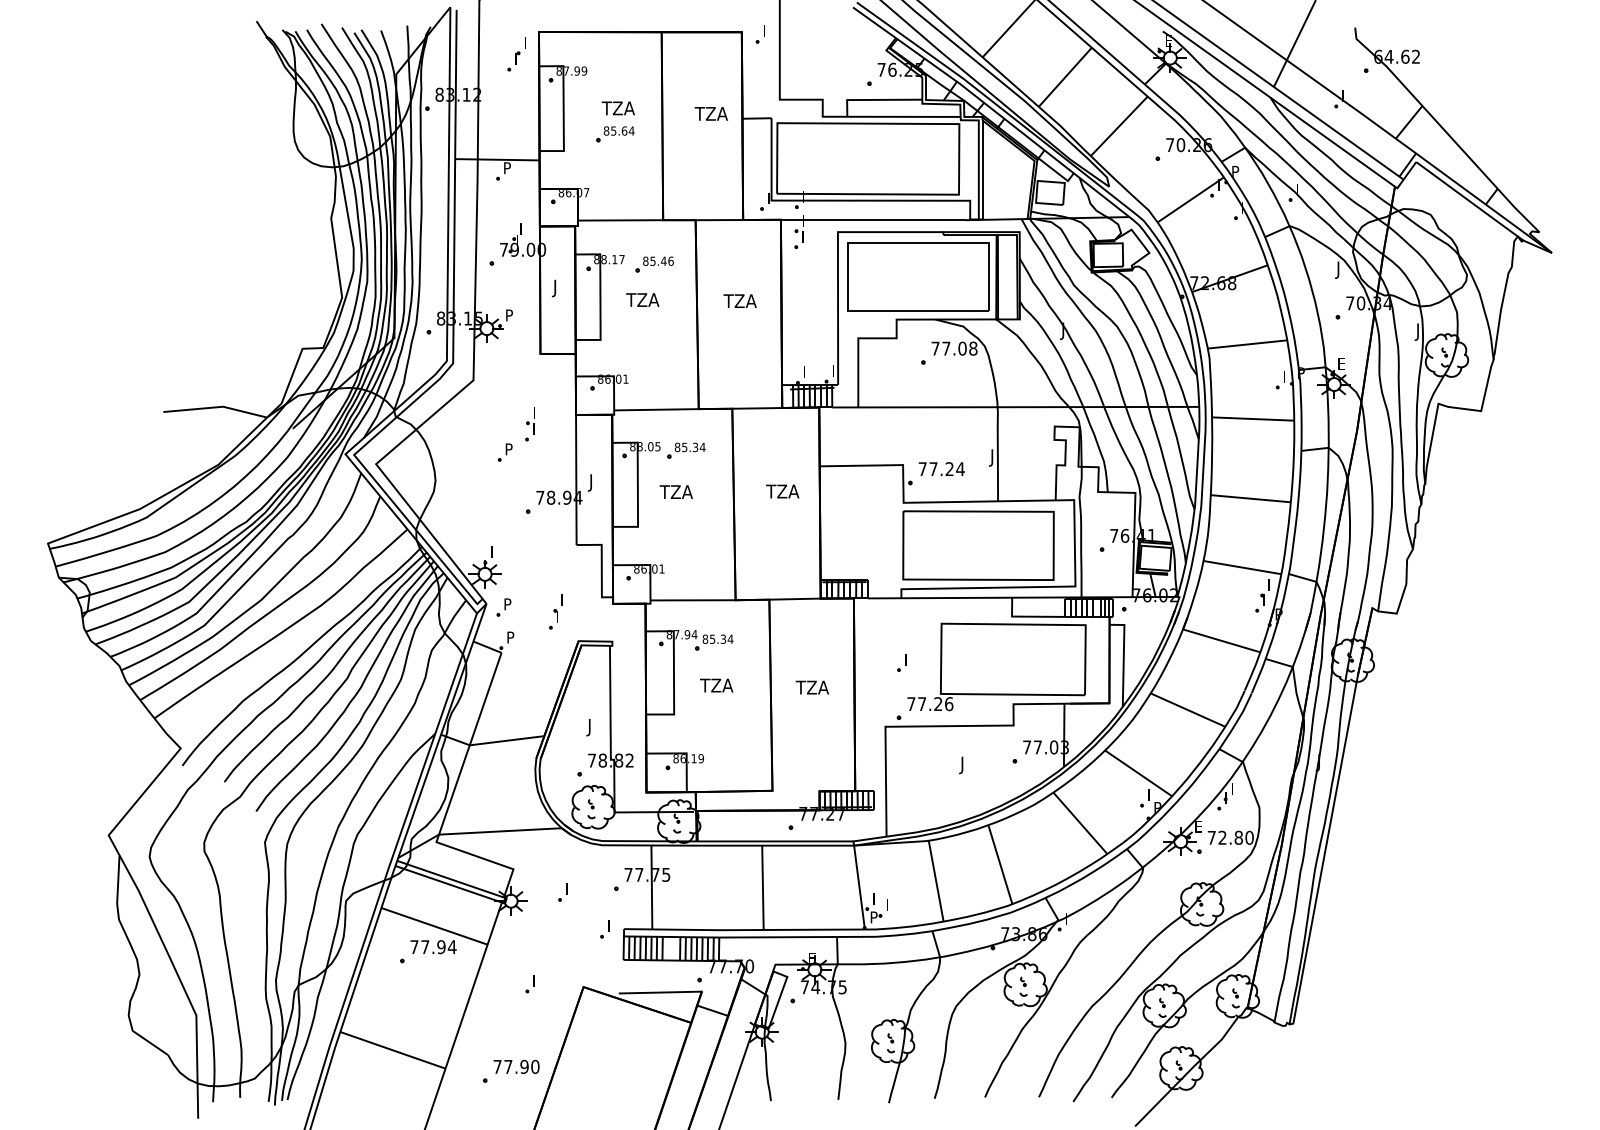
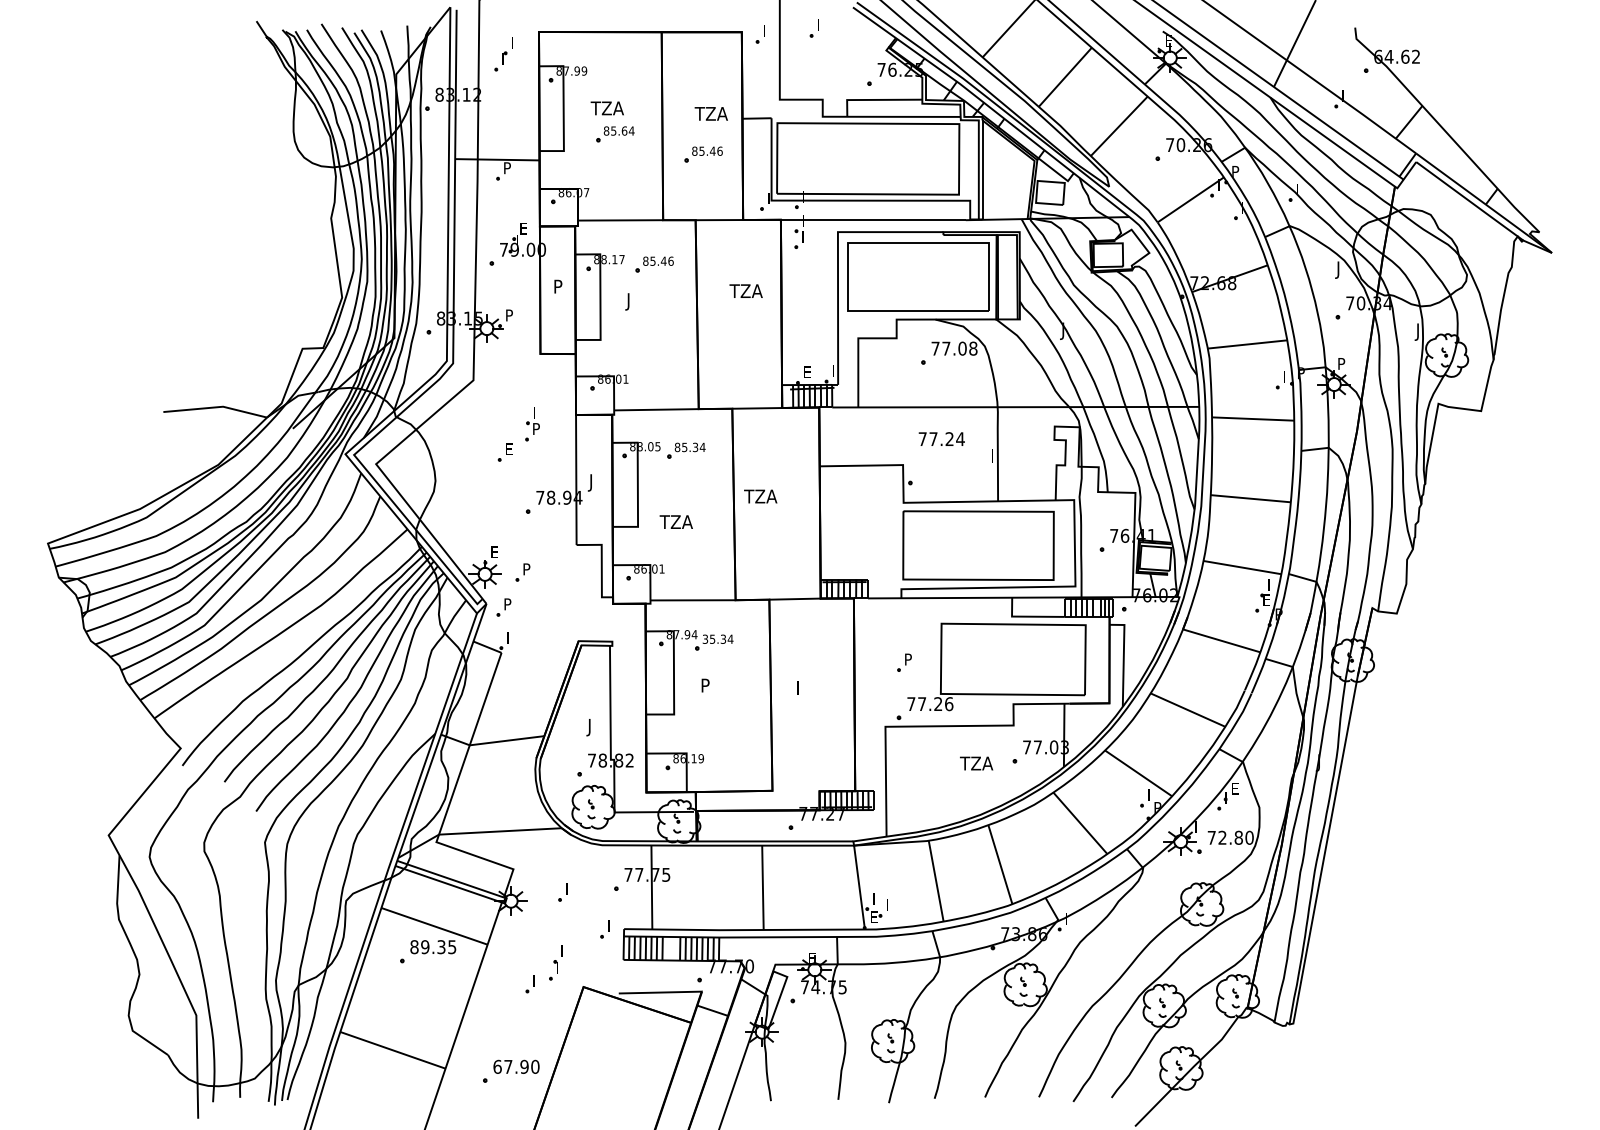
part at (813, 28): none -> present
part at (516, 54) position: (516, 54) -> (503, 54)
text at (617, 108) position: (617, 108) -> (606, 108)
part at (703, 154): none -> present
text at (524, 228): I -> E
text at (556, 288): J -> P
text at (739, 300) position: (739, 300) -> (745, 290)
text at (642, 301): TZA -> J
text at (1341, 363): E -> P
text at (807, 371): I -> E
text at (536, 428): I -> P
text at (508, 449): P -> E
text at (991, 457): J -> I
text at (941, 468) position: (941, 468) -> (941, 438)
text at (675, 491) position: (675, 491) -> (675, 521)
text at (782, 491) position: (782, 491) -> (760, 496)
text at (495, 551): I -> E
part at (522, 572): none -> present
text at (1267, 599): I -> E
part at (555, 611) position: (555, 611) -> (555, 962)
text at (510, 637): P -> I
text at (705, 638): 85.34 -> 35.34
text at (908, 659): I -> P
text at (716, 685): TZA -> P
text at (811, 687): TZA -> I
text at (976, 765): J -> TZA
text at (1235, 788): I -> E
text at (1199, 826): E -> I
text at (873, 917): P -> E
text at (433, 947): 77.94 -> 89.35
text at (497, 1066): 77.90 -> 67.90
